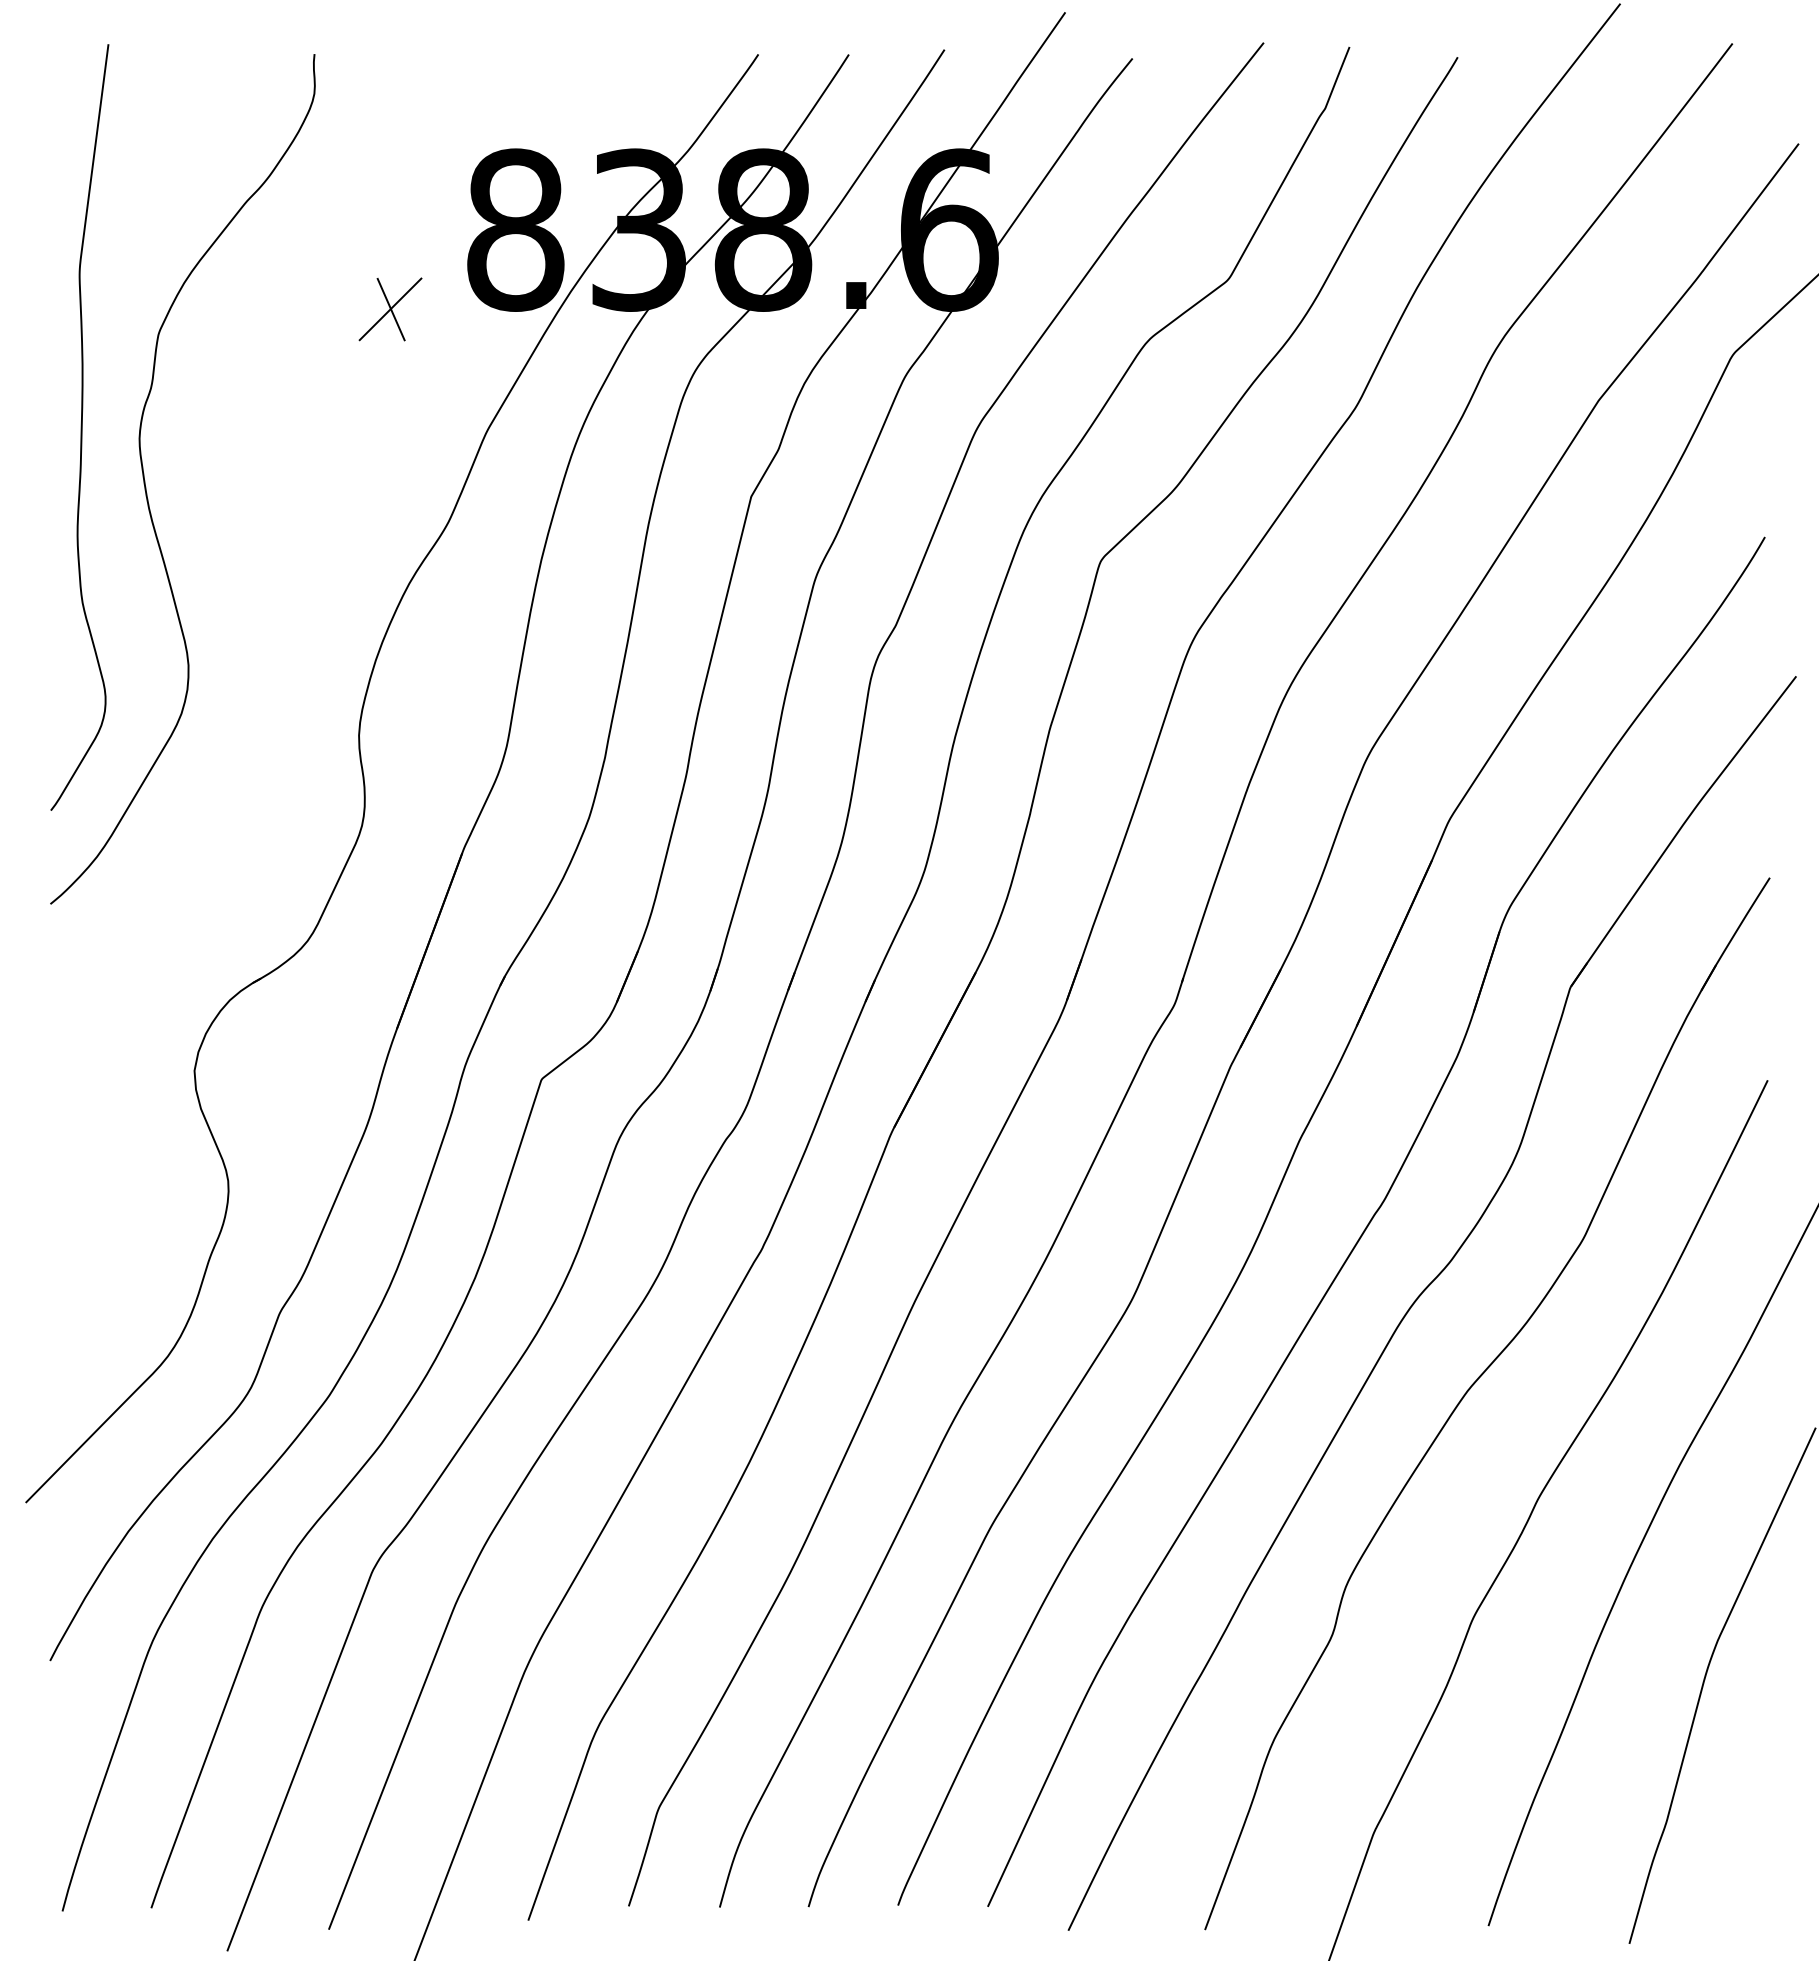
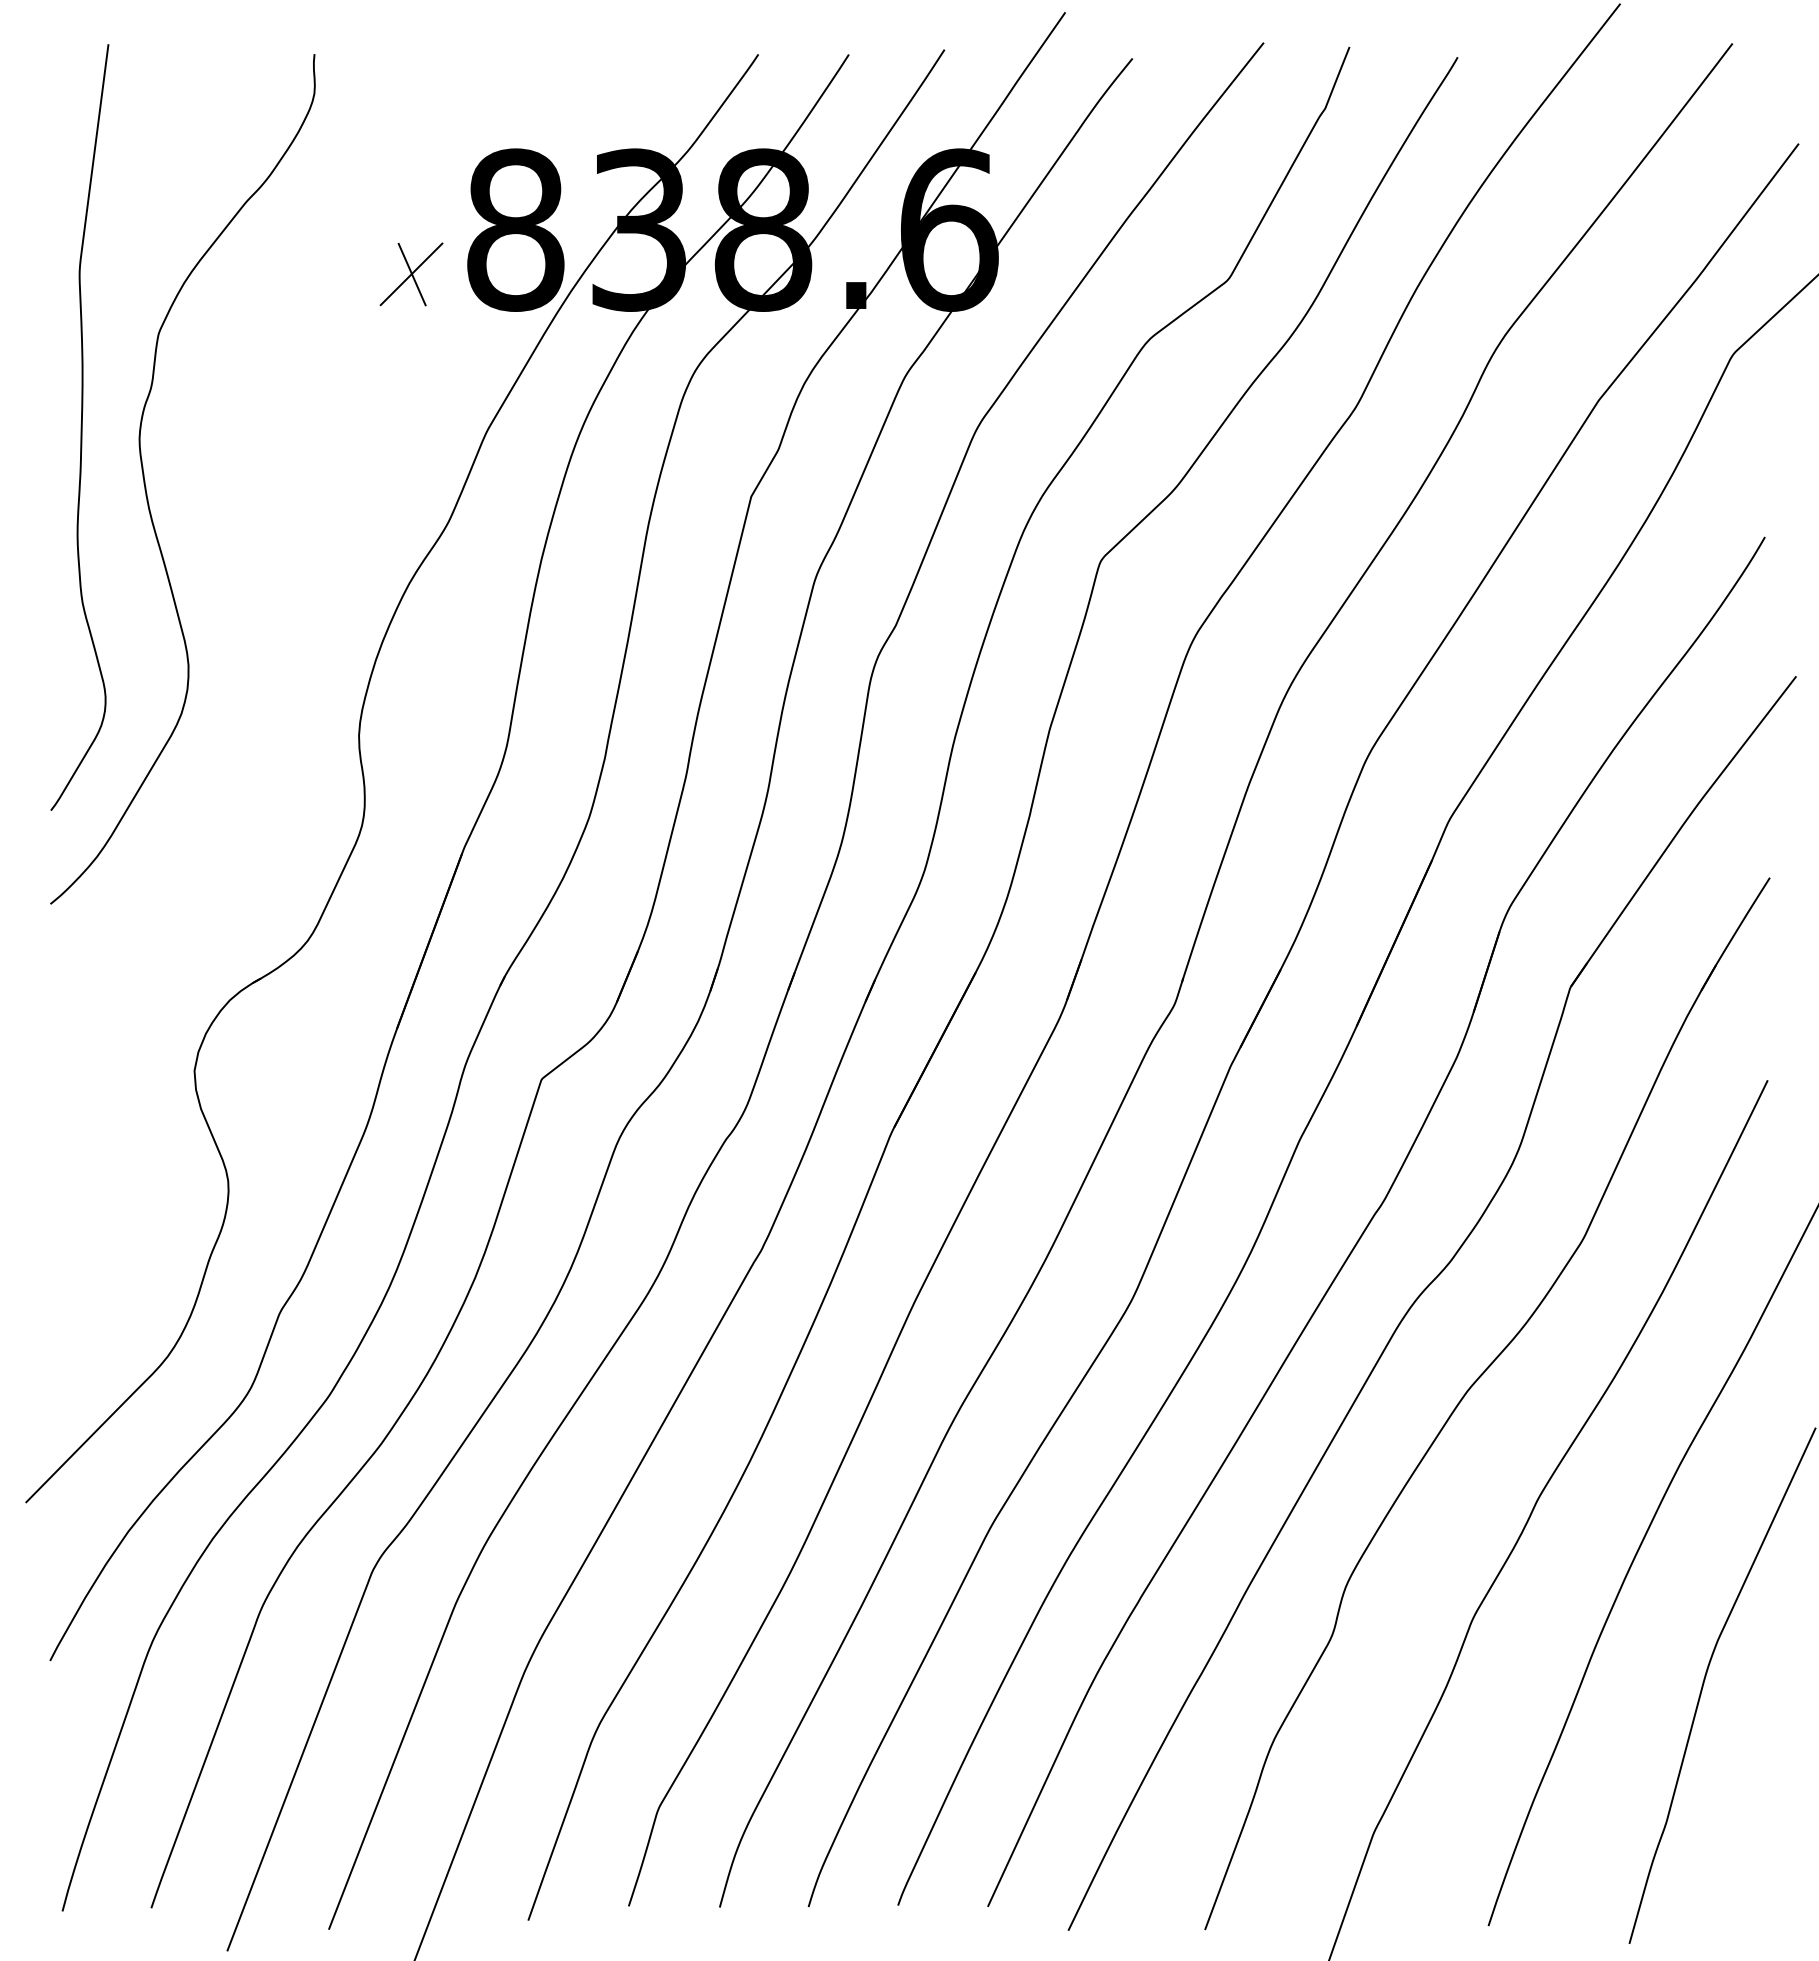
part at (390, 309) position: (390, 309) -> (411, 274)
